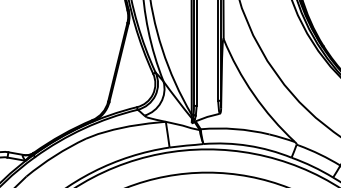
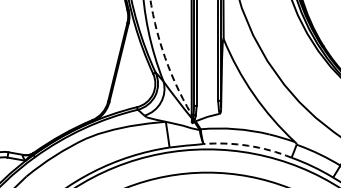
arc at (166, 60): solid -> dashed
arc at (248, 145): solid -> dashed
